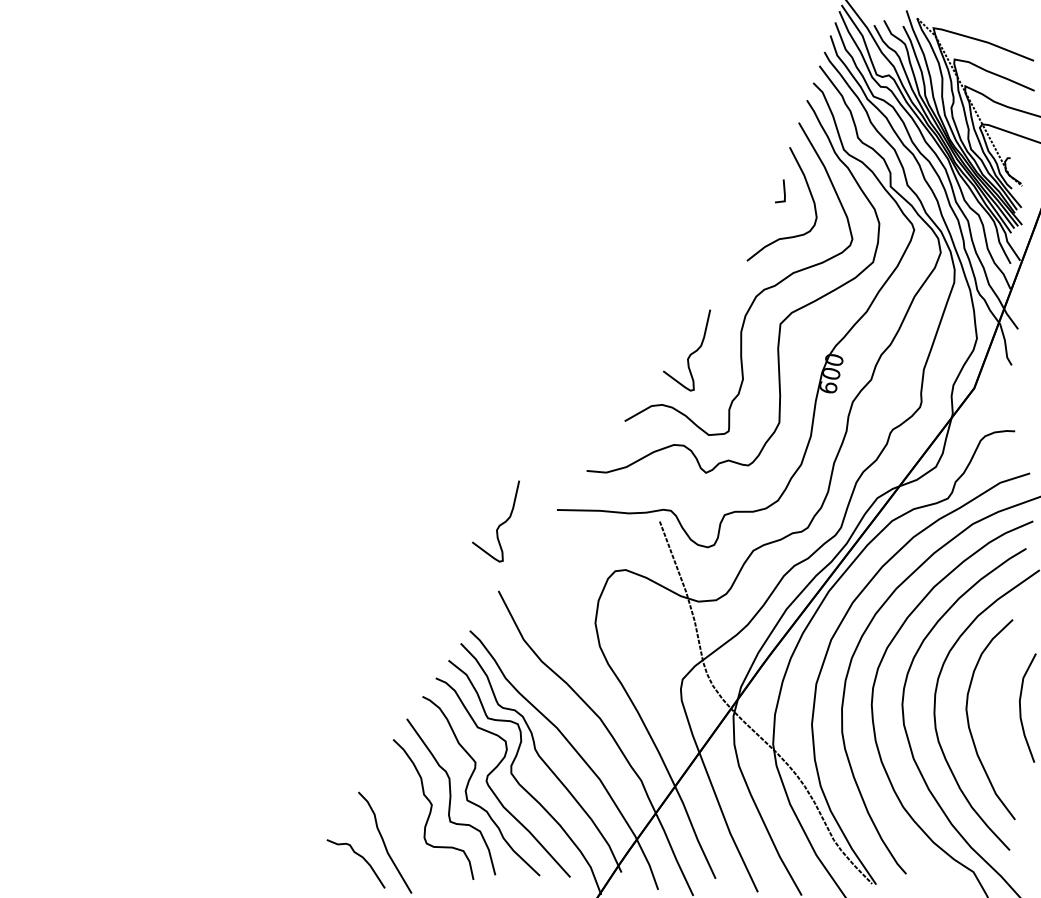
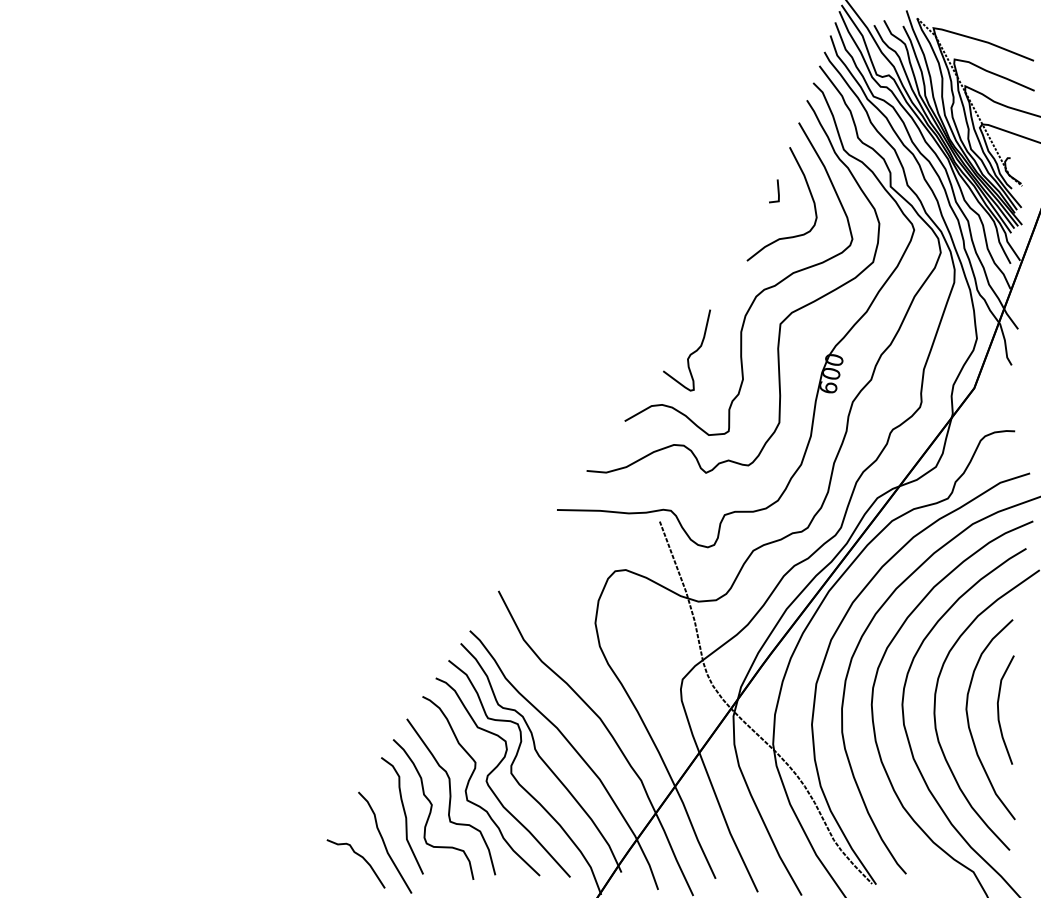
line at (783, 191) position: (783, 191) -> (777, 191)
curve at (499, 524): present -> none
curve at (1021, 708) position: (1021, 708) -> (999, 710)
curve at (404, 815): none -> present
